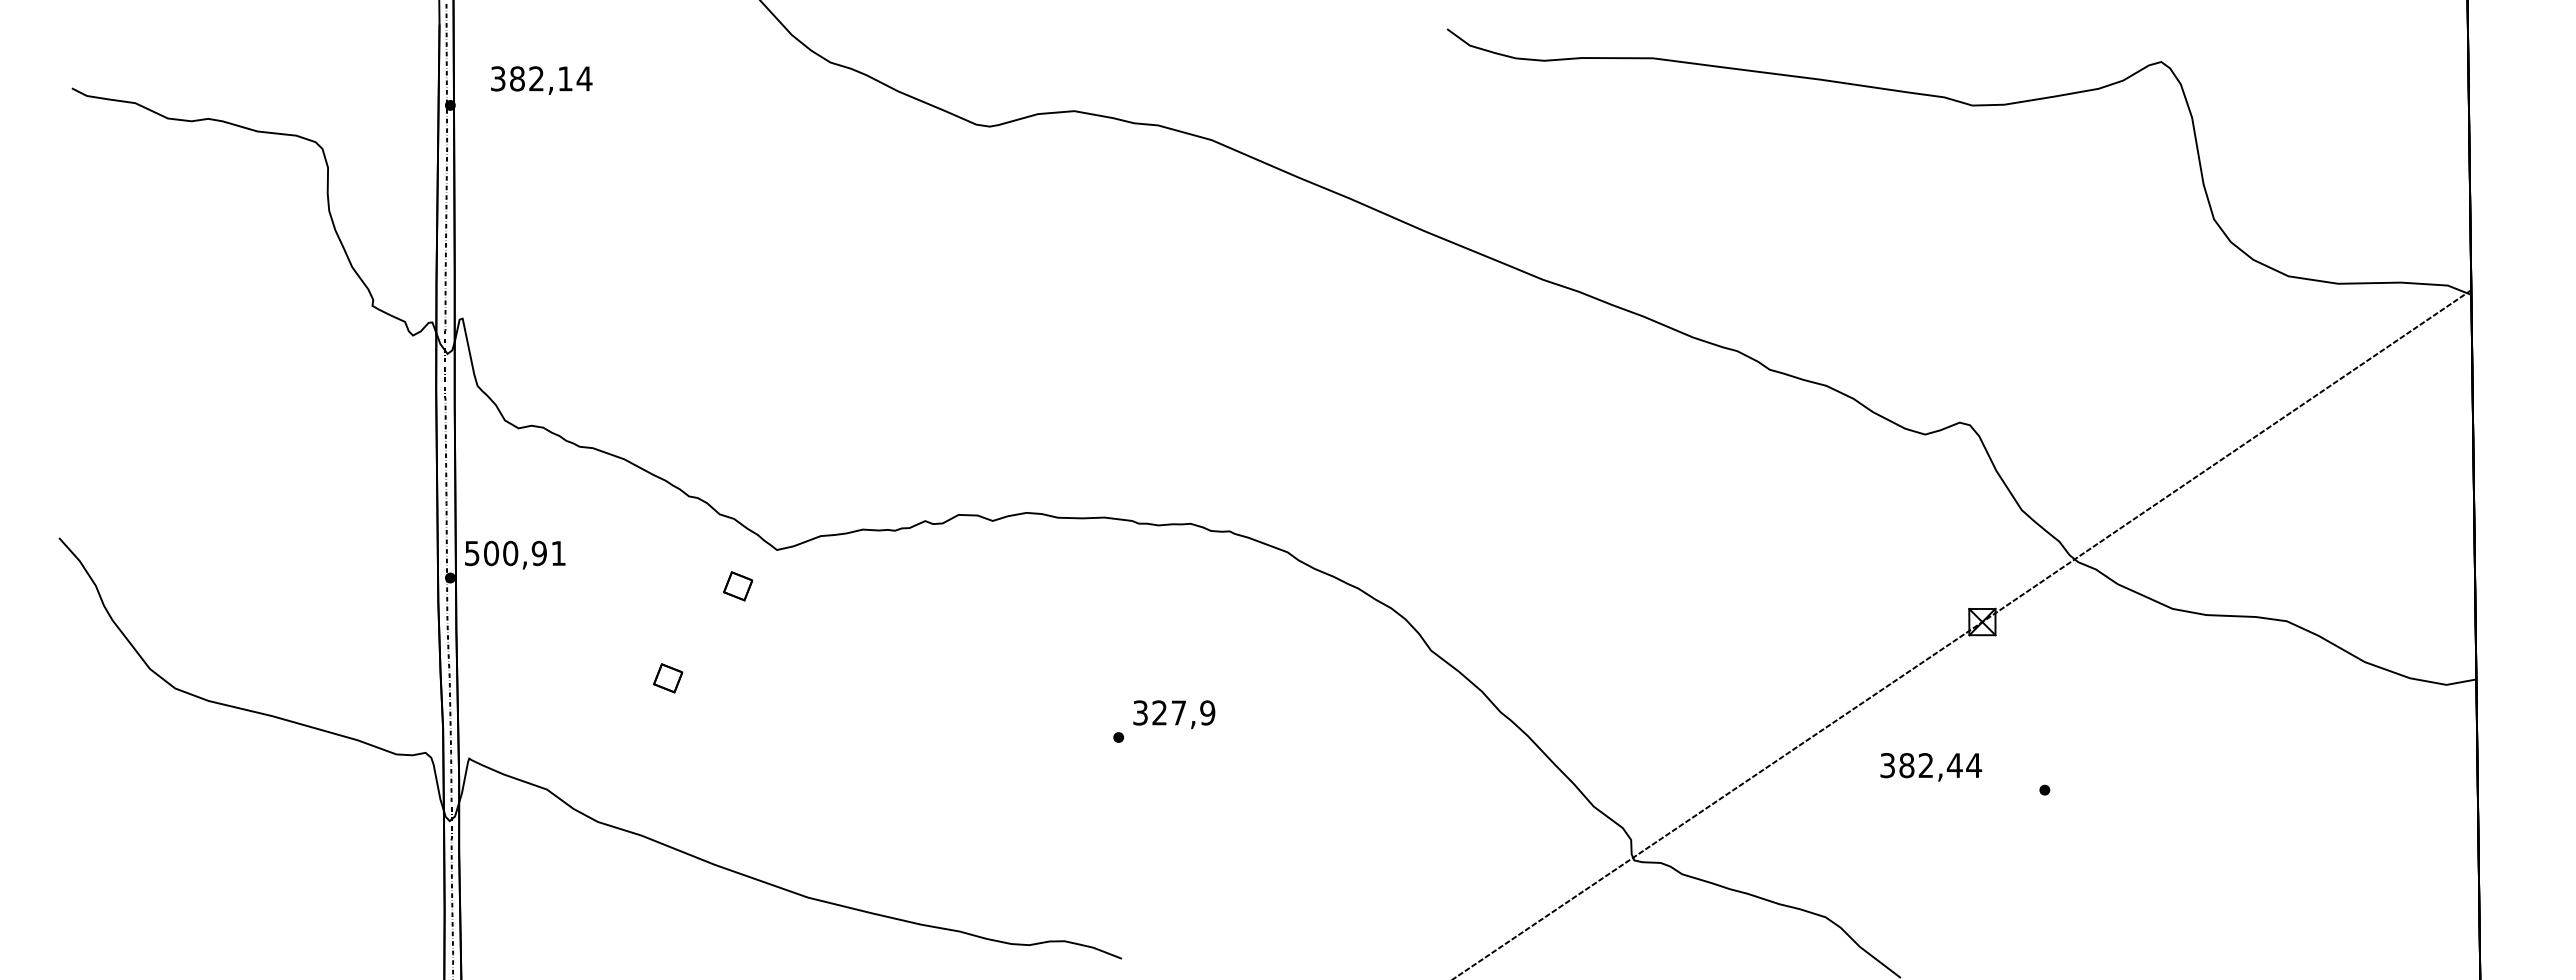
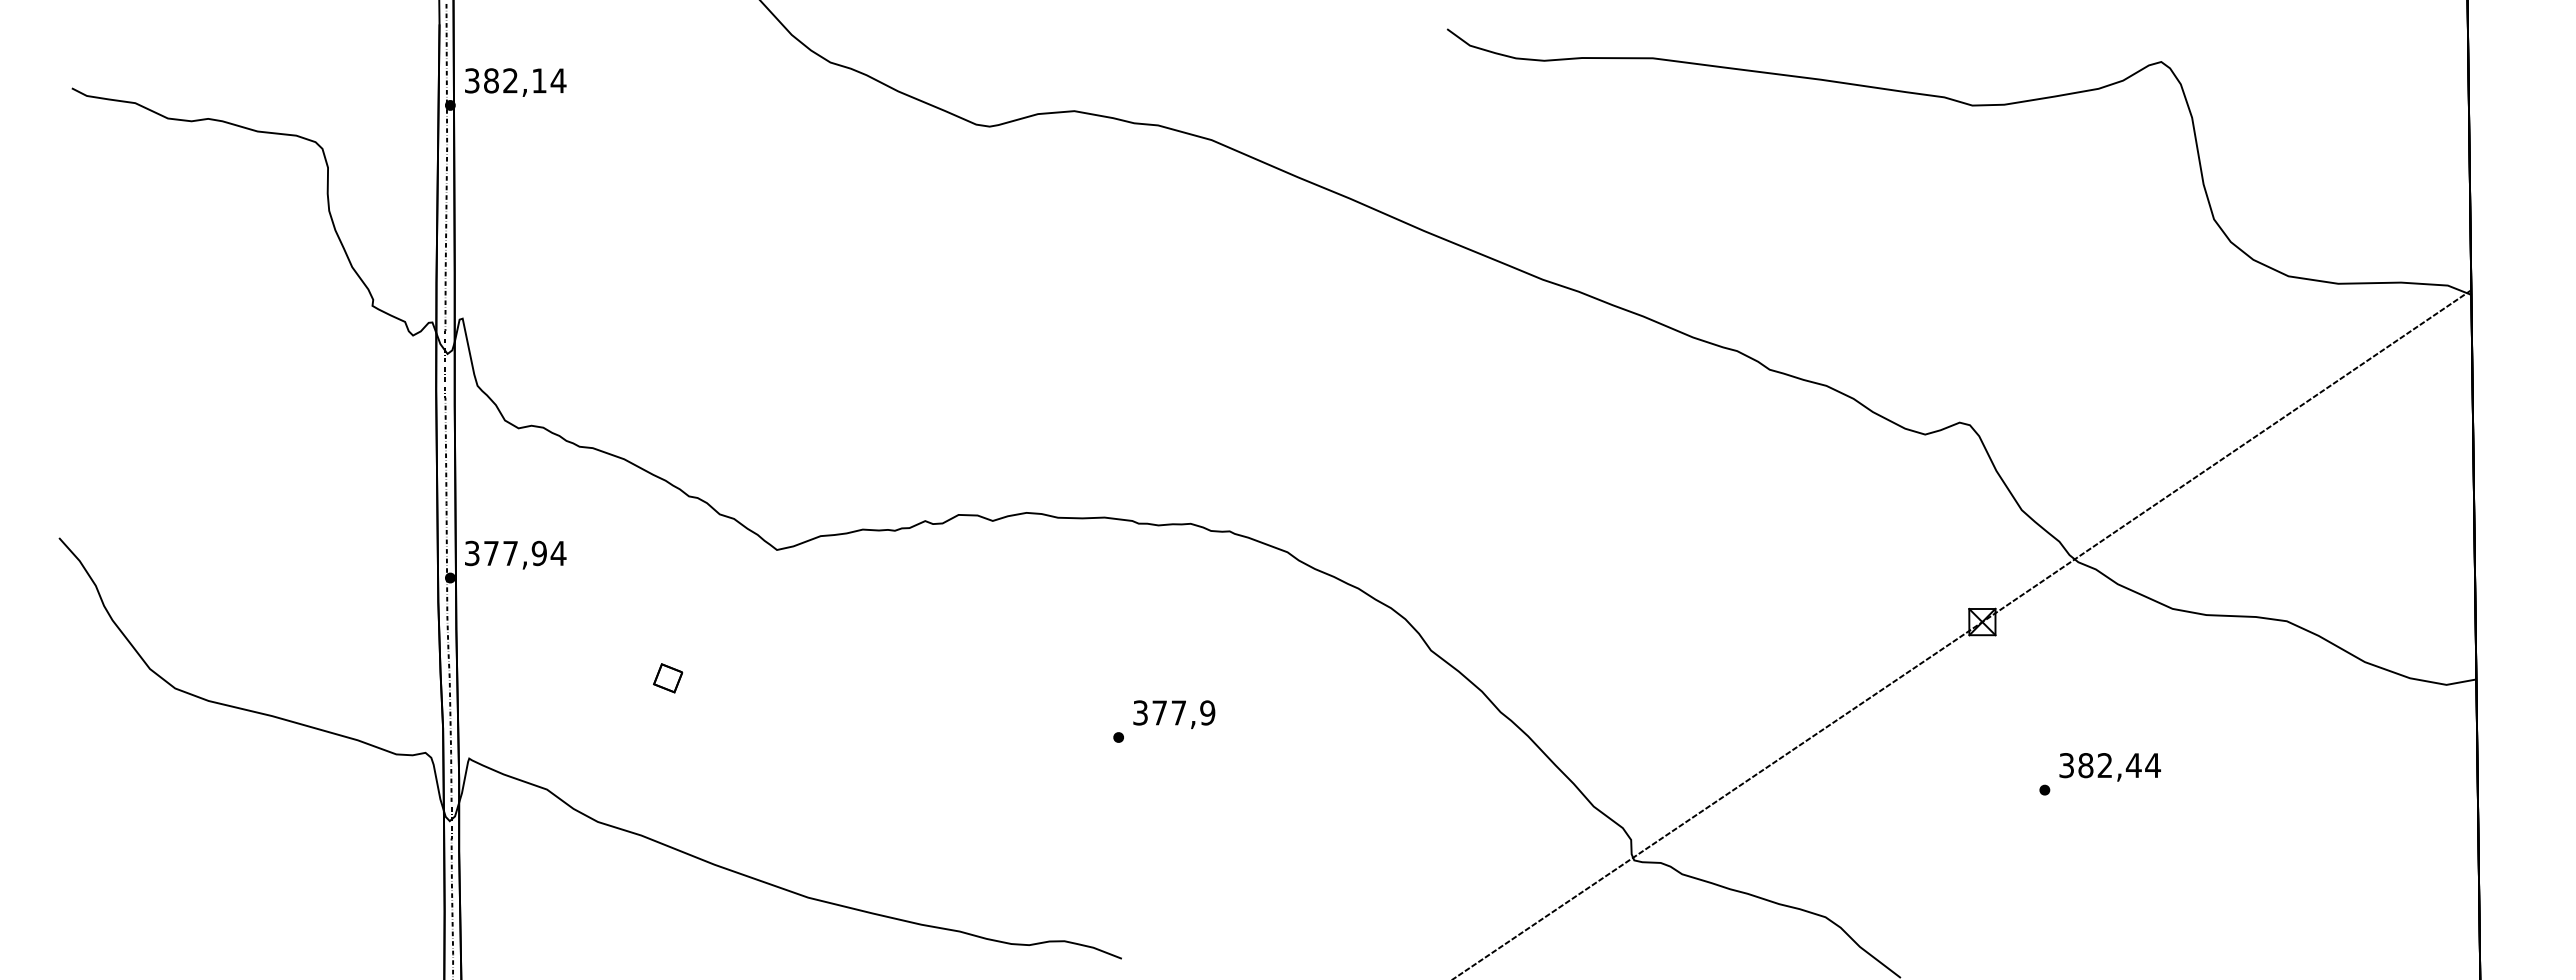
text at (541, 80) position: (541, 80) -> (515, 82)
text at (515, 553): 500,91 -> 377,94
part at (738, 586): present -> none
text at (1159, 712): 327,9 -> 377,9
text at (1930, 767) position: (1930, 767) -> (2109, 767)
